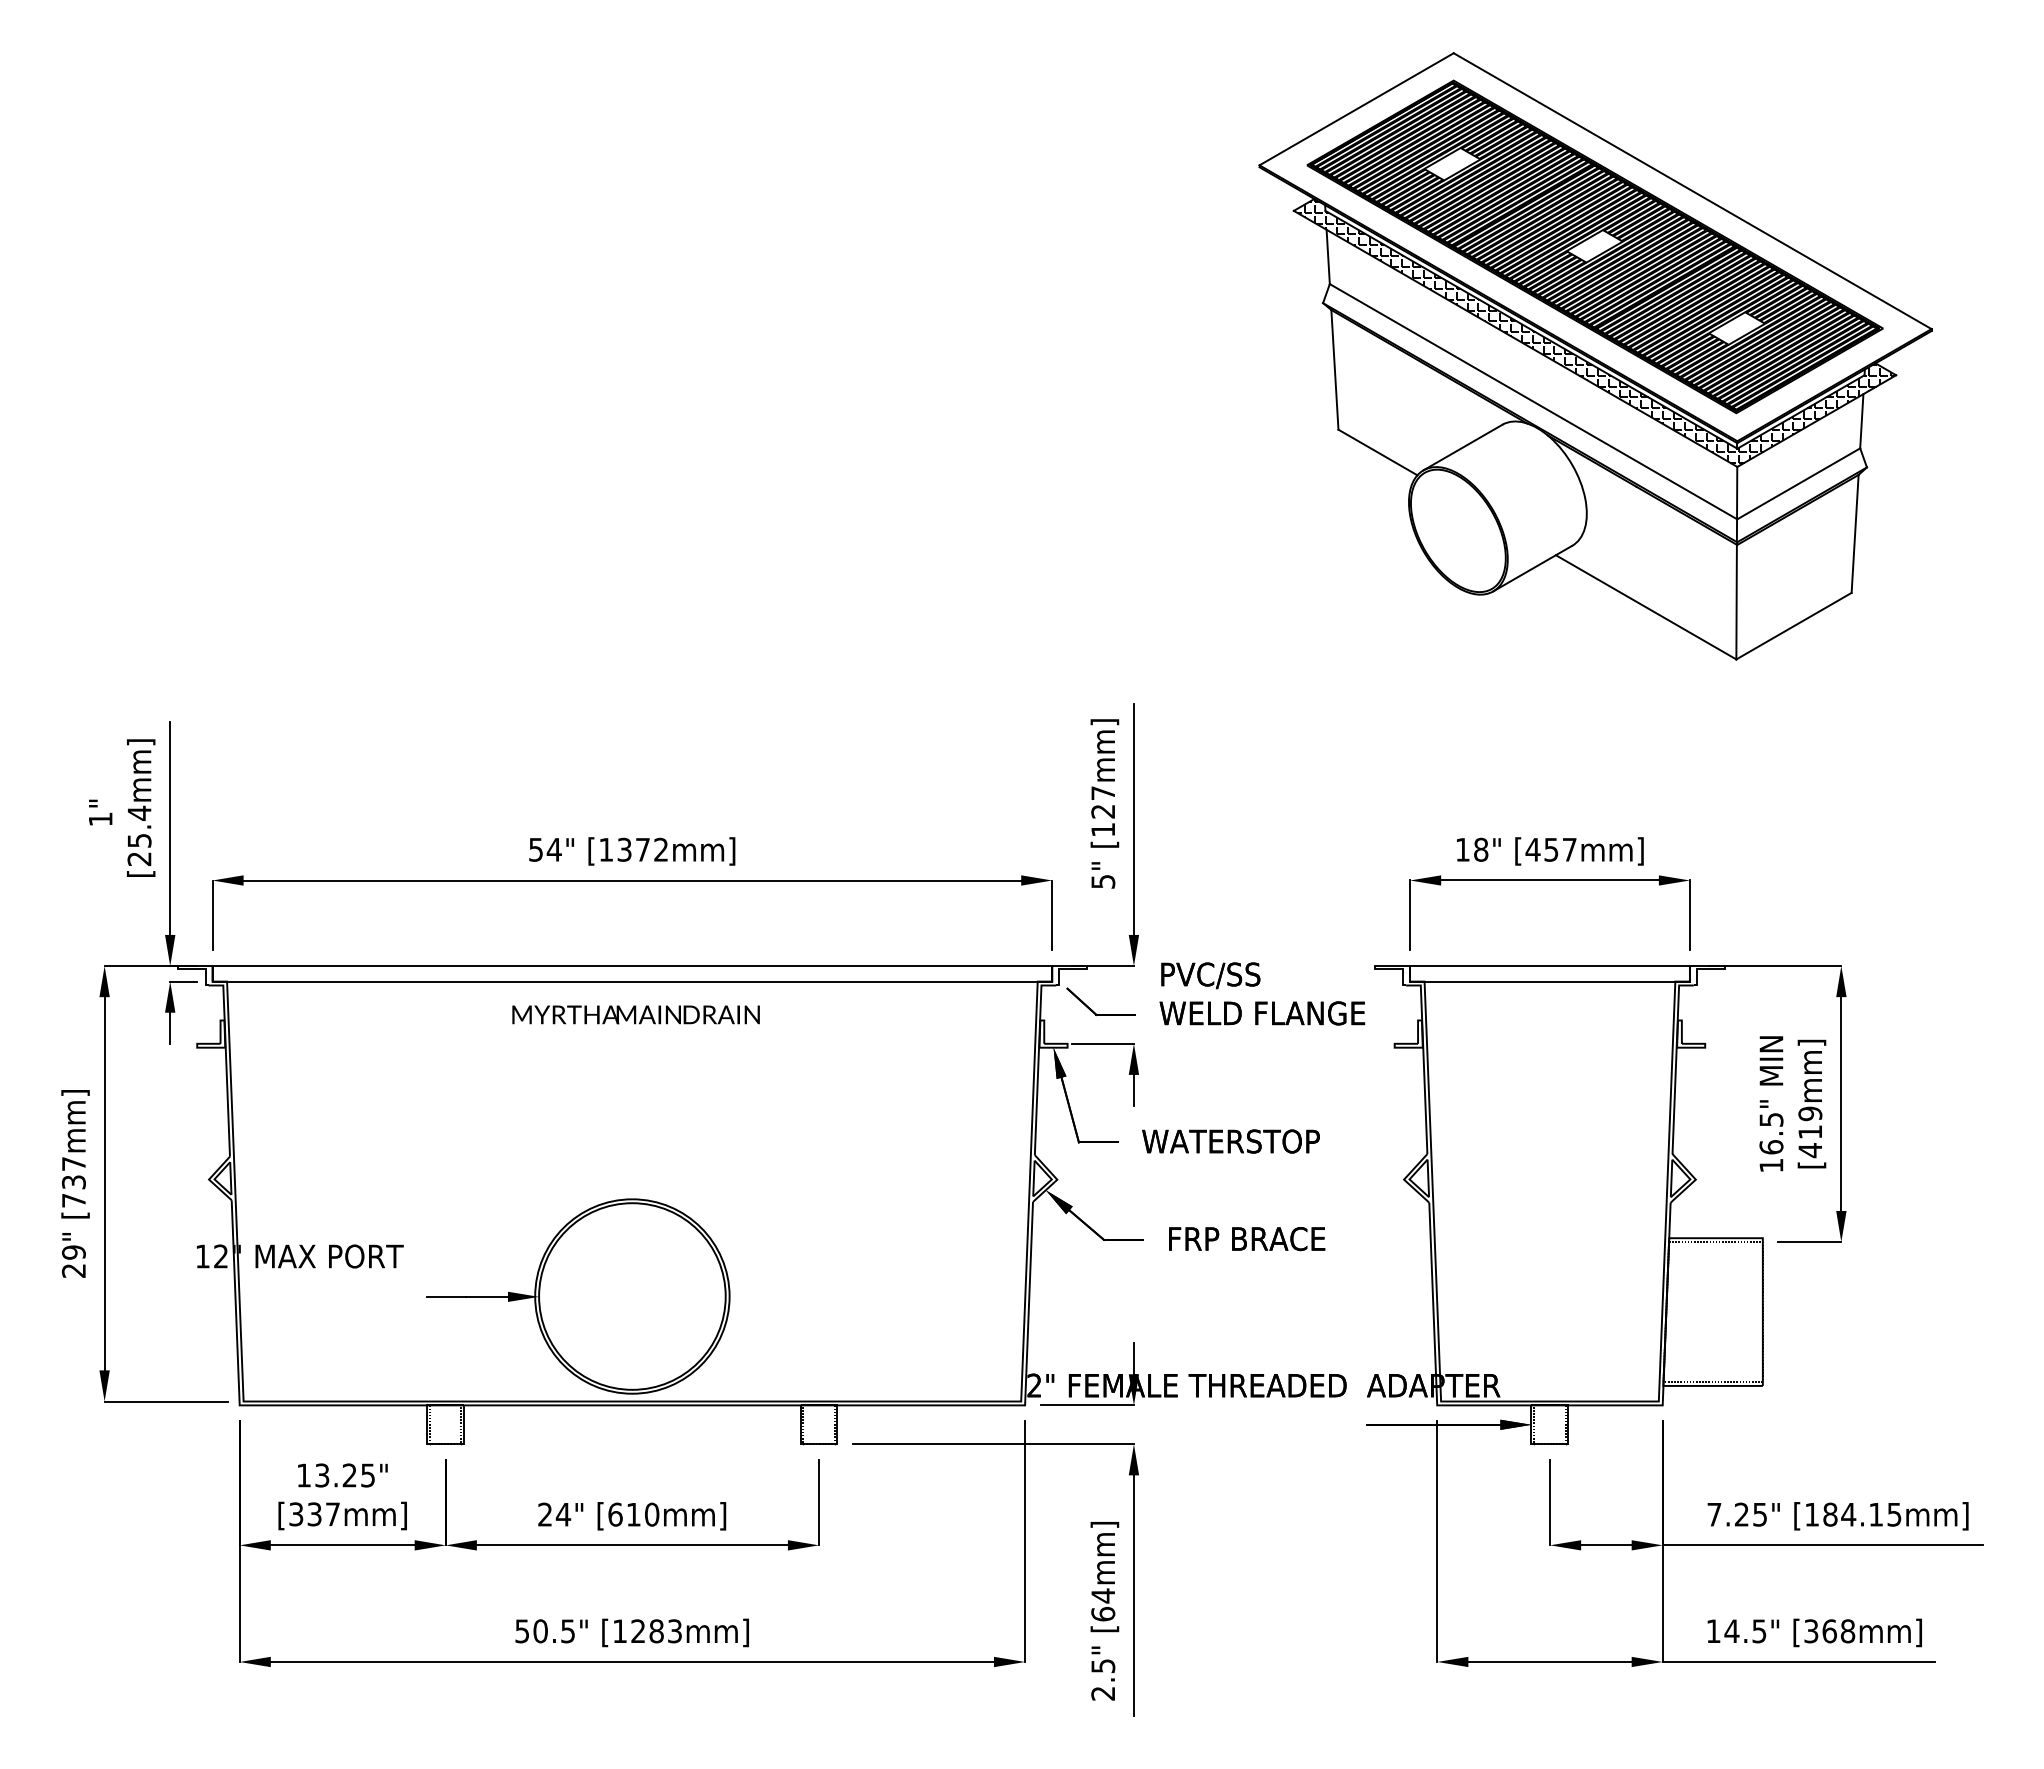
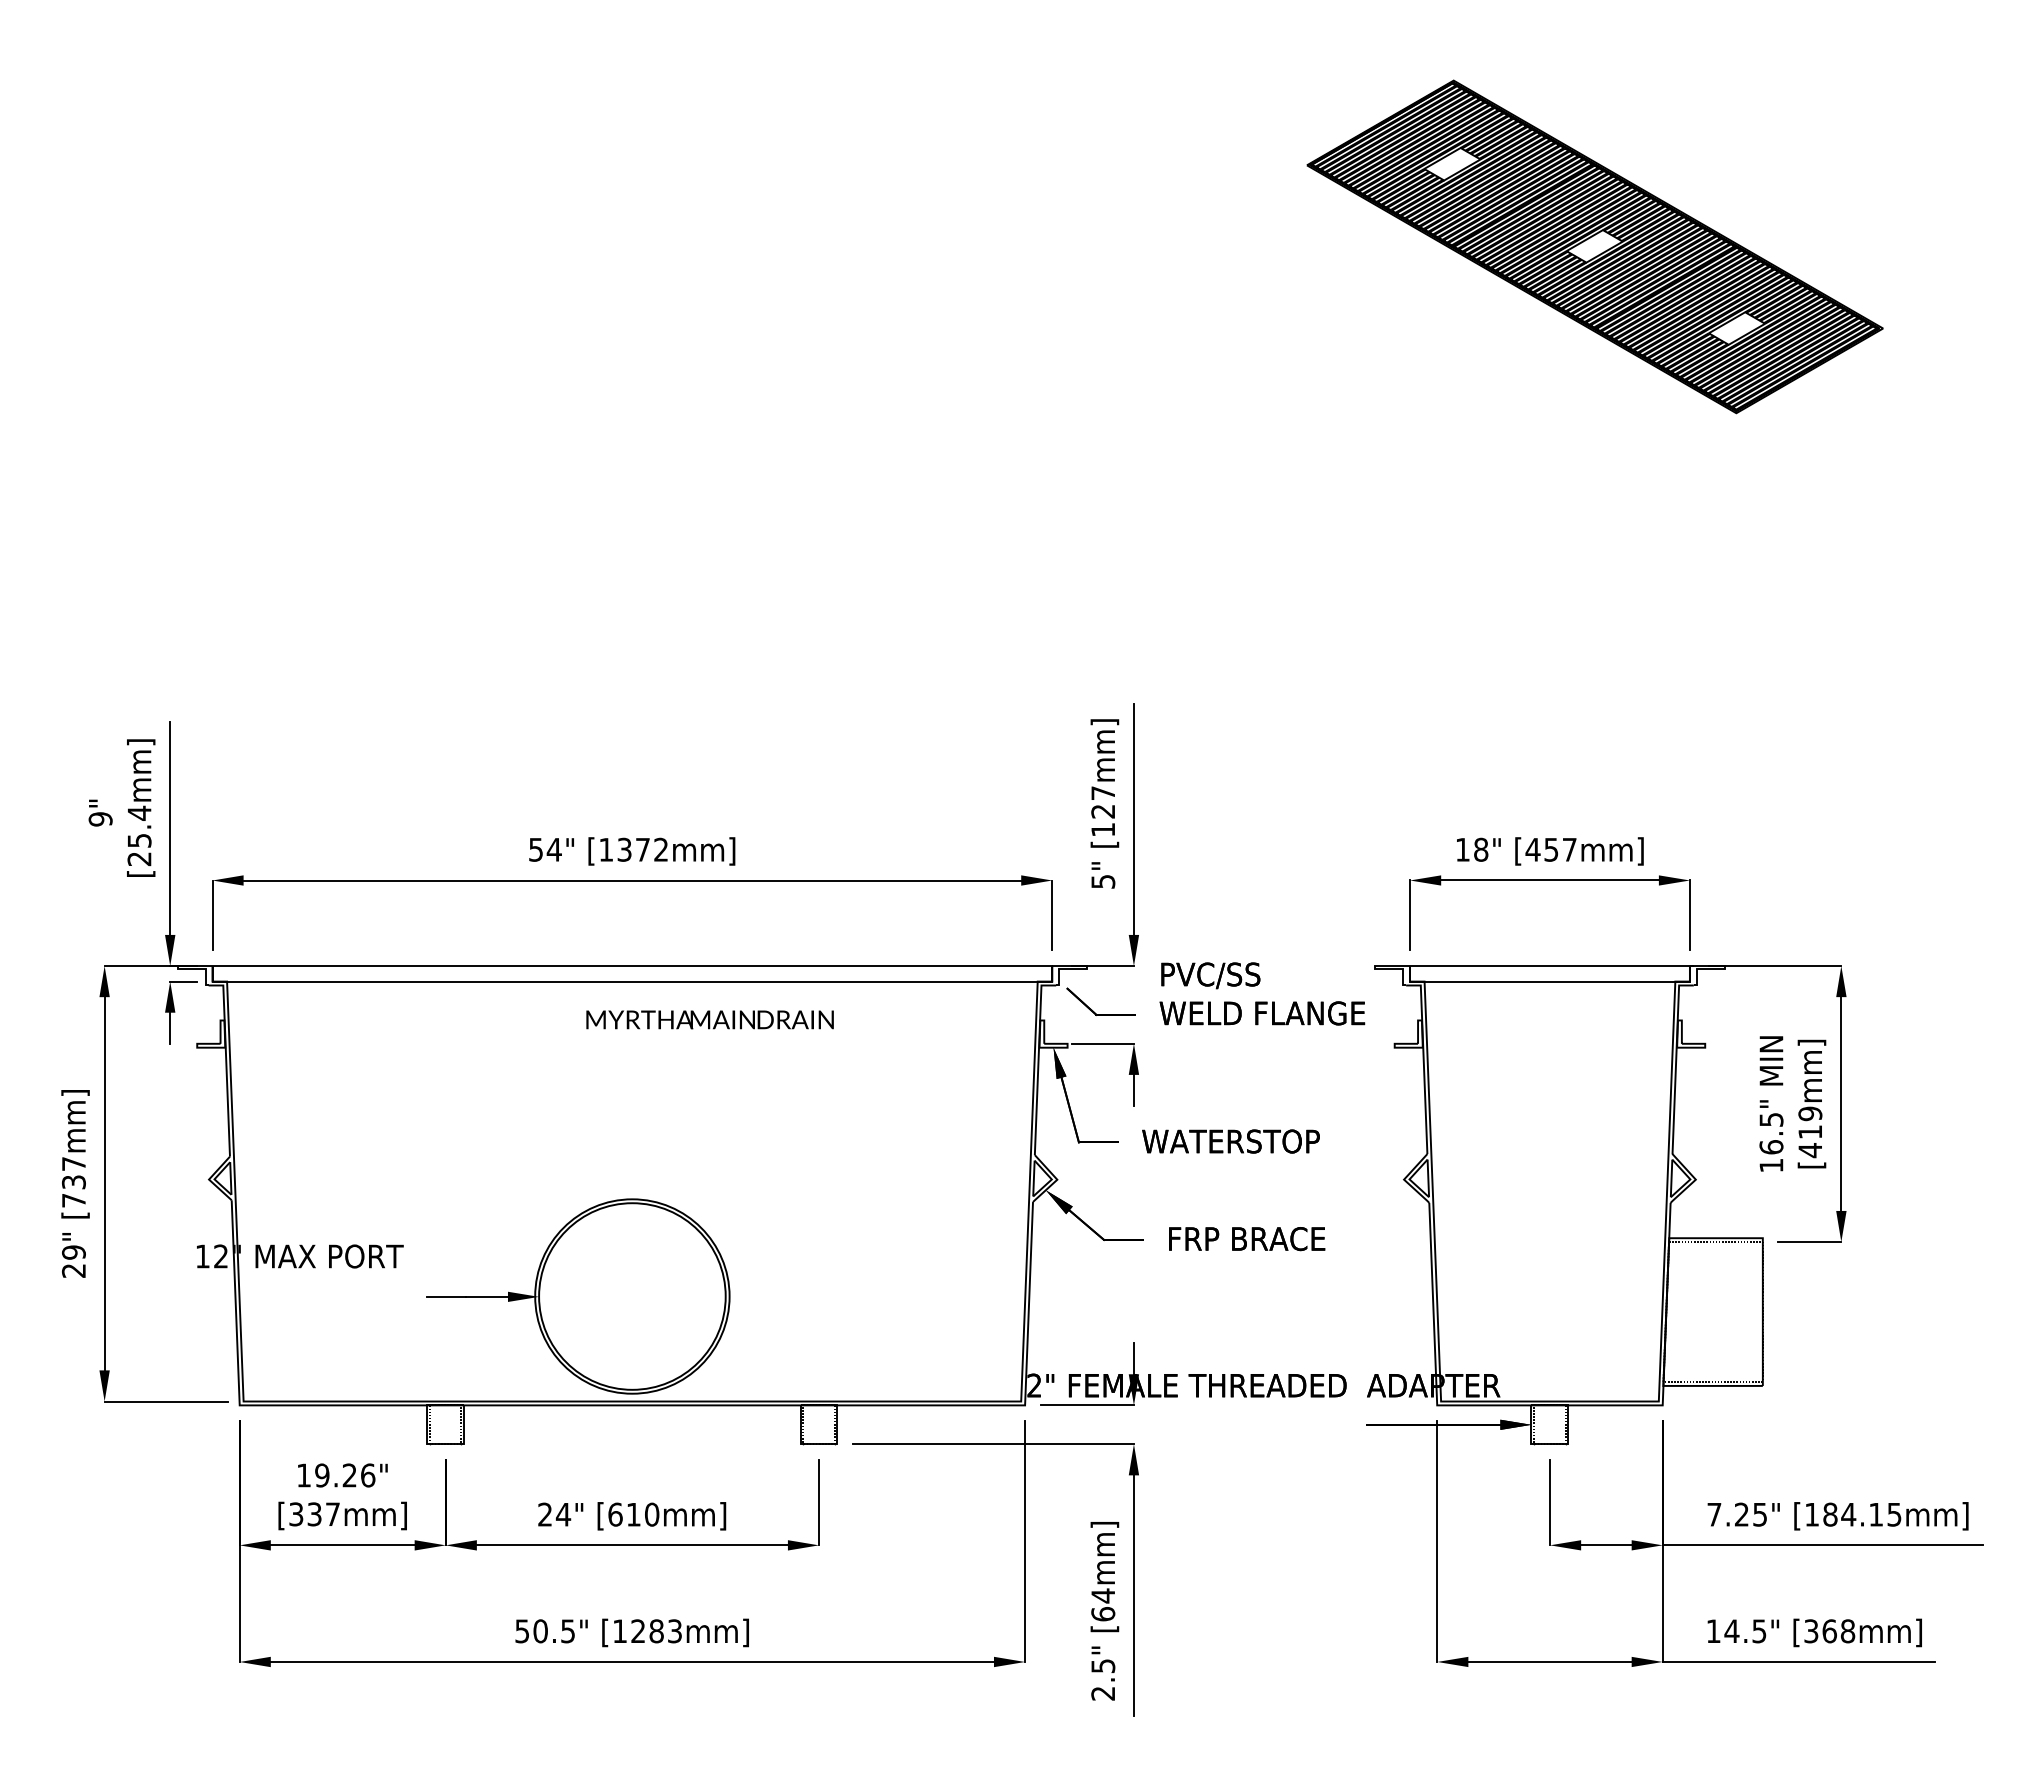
part at (1595, 356): present -> none
text at (100, 819): 1" -> 9"
text at (635, 1014) position: (635, 1014) -> (709, 1019)
text at (345, 1475): 13.25" -> 19.26"
